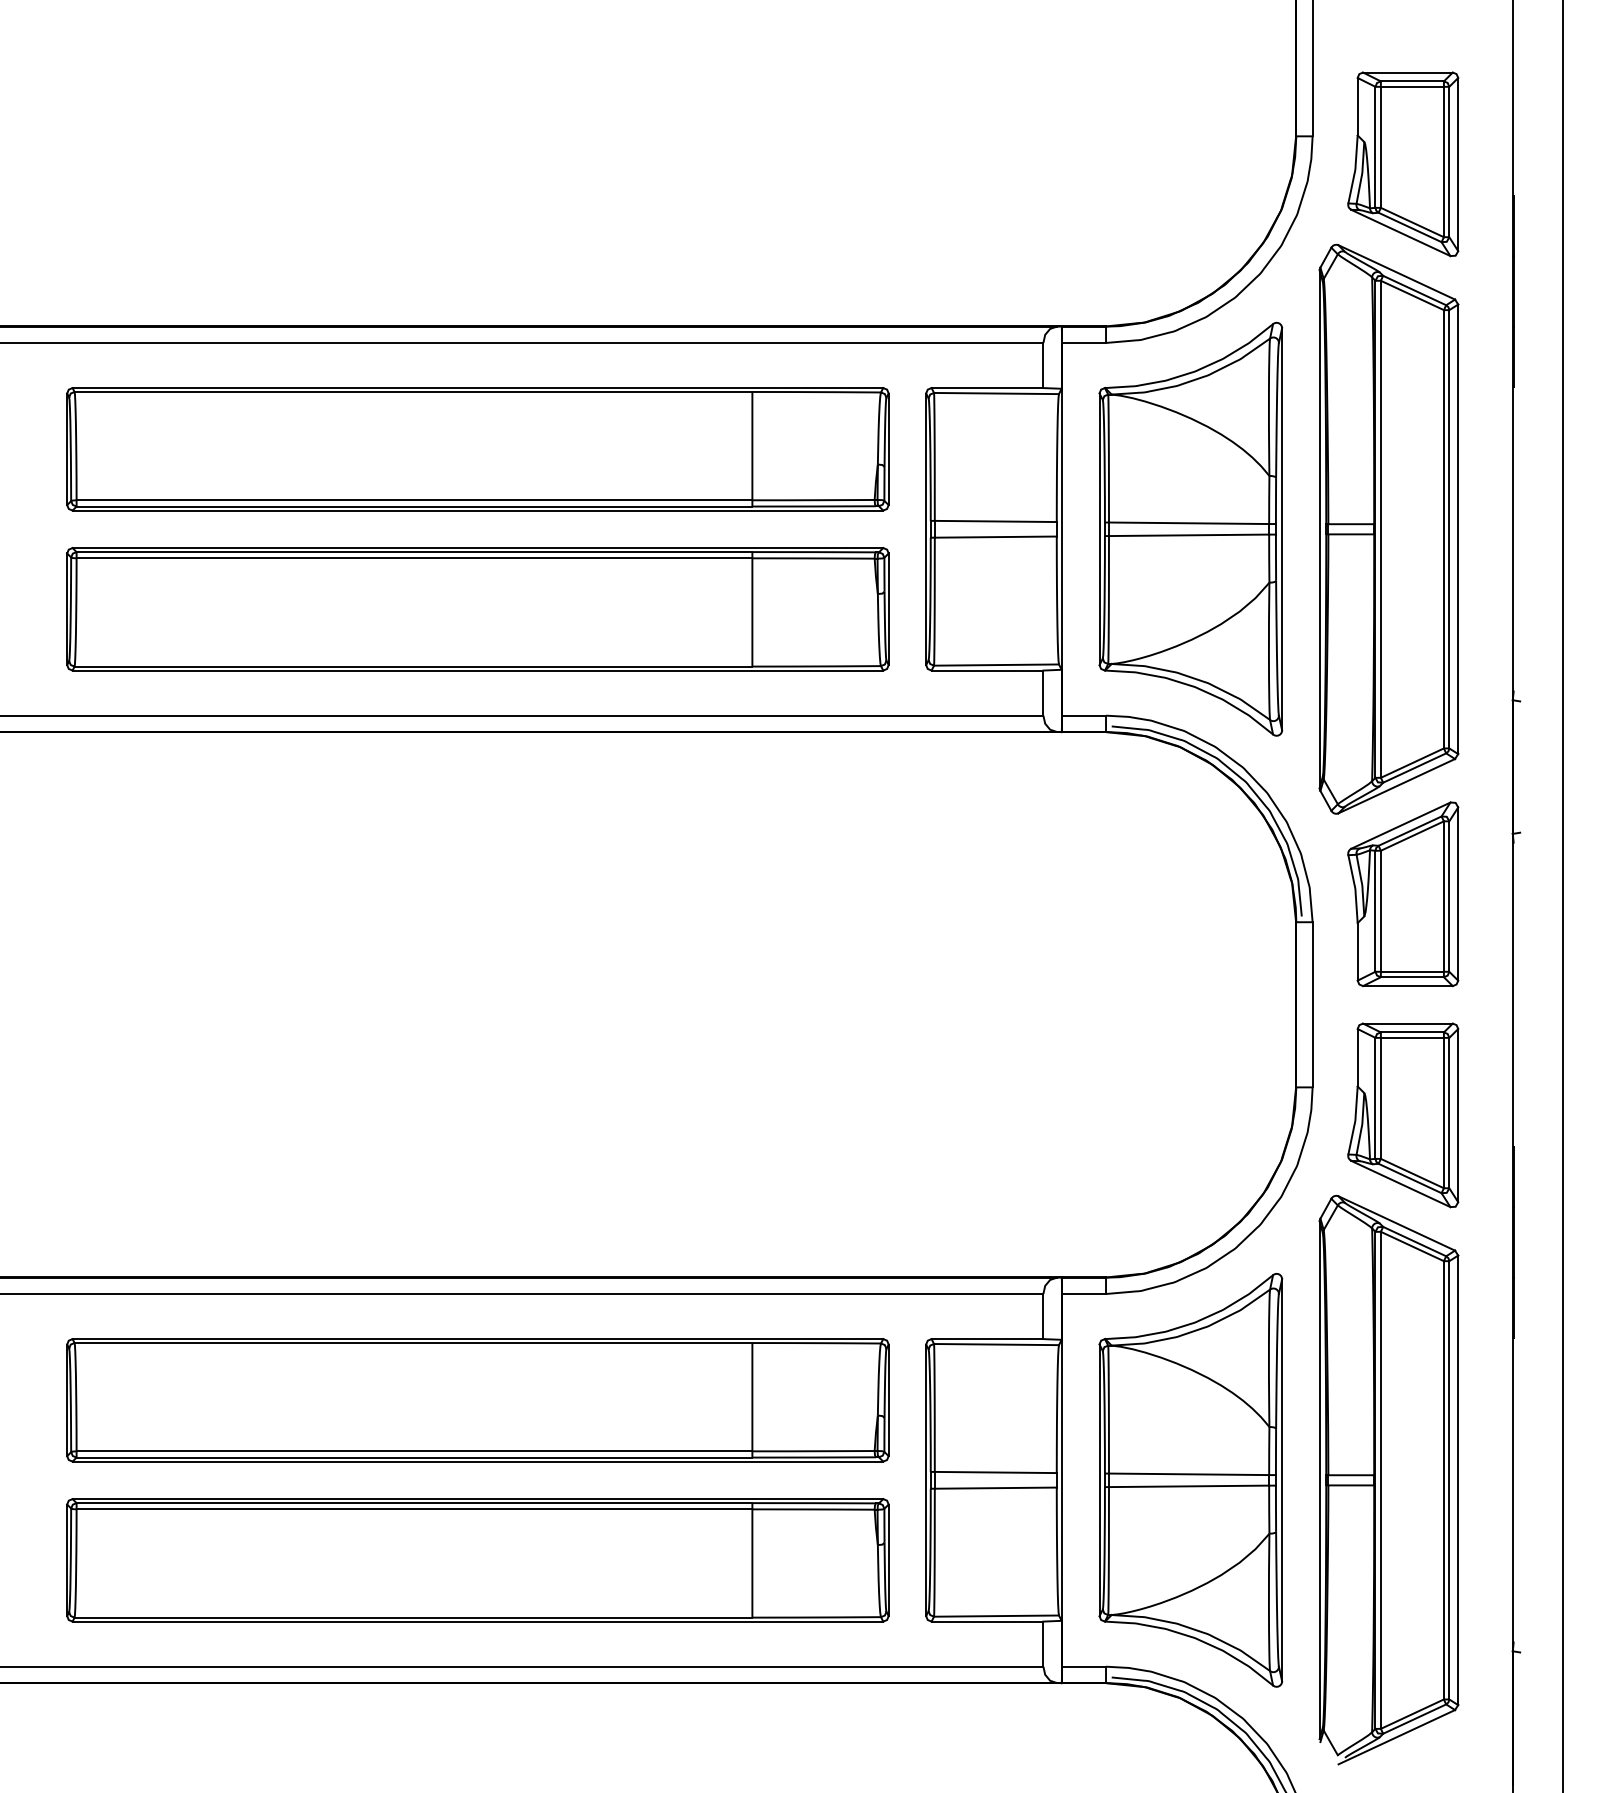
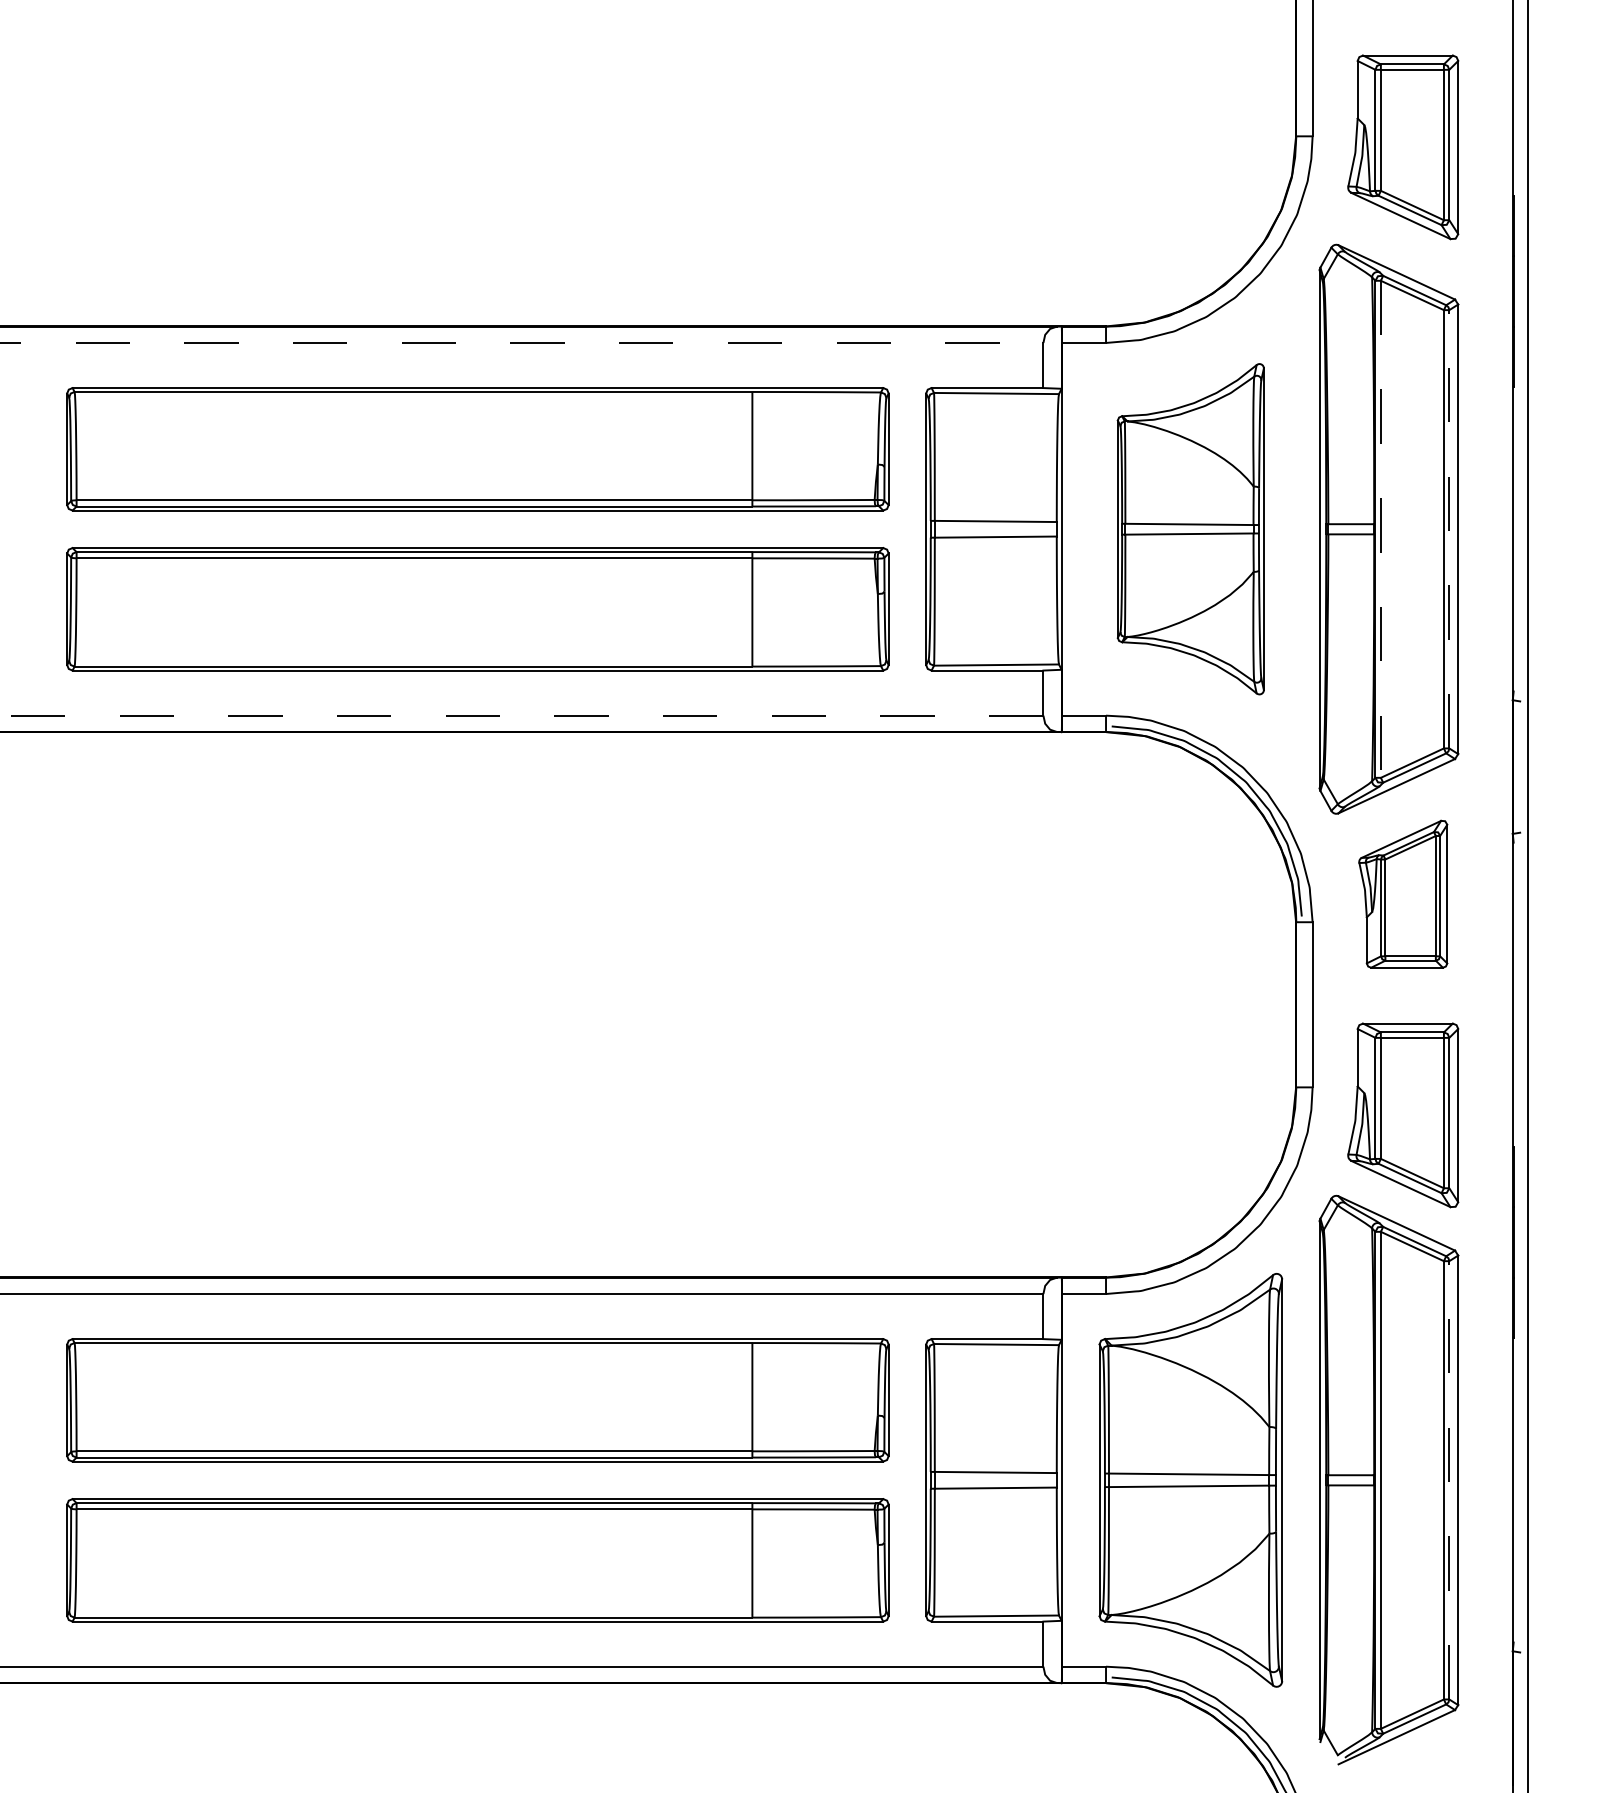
part at (1403, 164) position: (1403, 164) -> (1403, 147)
line at (522, 342): solid -> dashed
part at (1190, 528) size: 186x416 px -> 149x333 px
line at (1449, 528): solid -> dashed
line at (1380, 529): solid -> dashed
line at (521, 715): solid -> dashed
part at (1403, 894) size: 113x187 px -> 91x150 px
line at (1562, 895) position: (1562, 895) -> (1527, 895)
line at (1449, 1479): solid -> dashed
